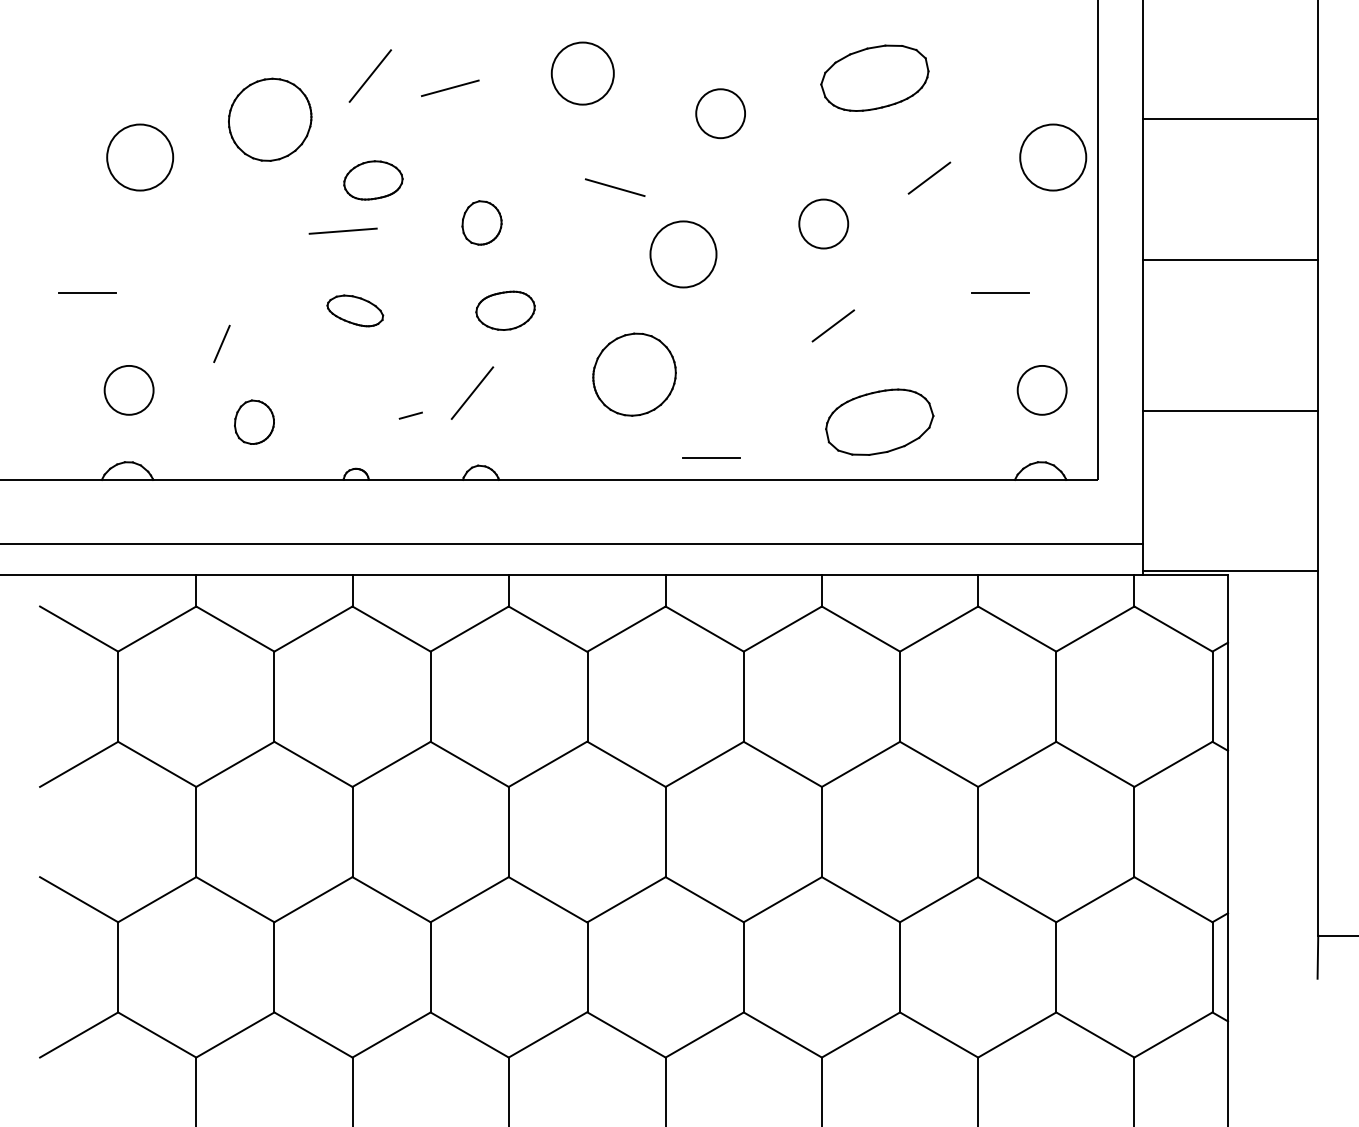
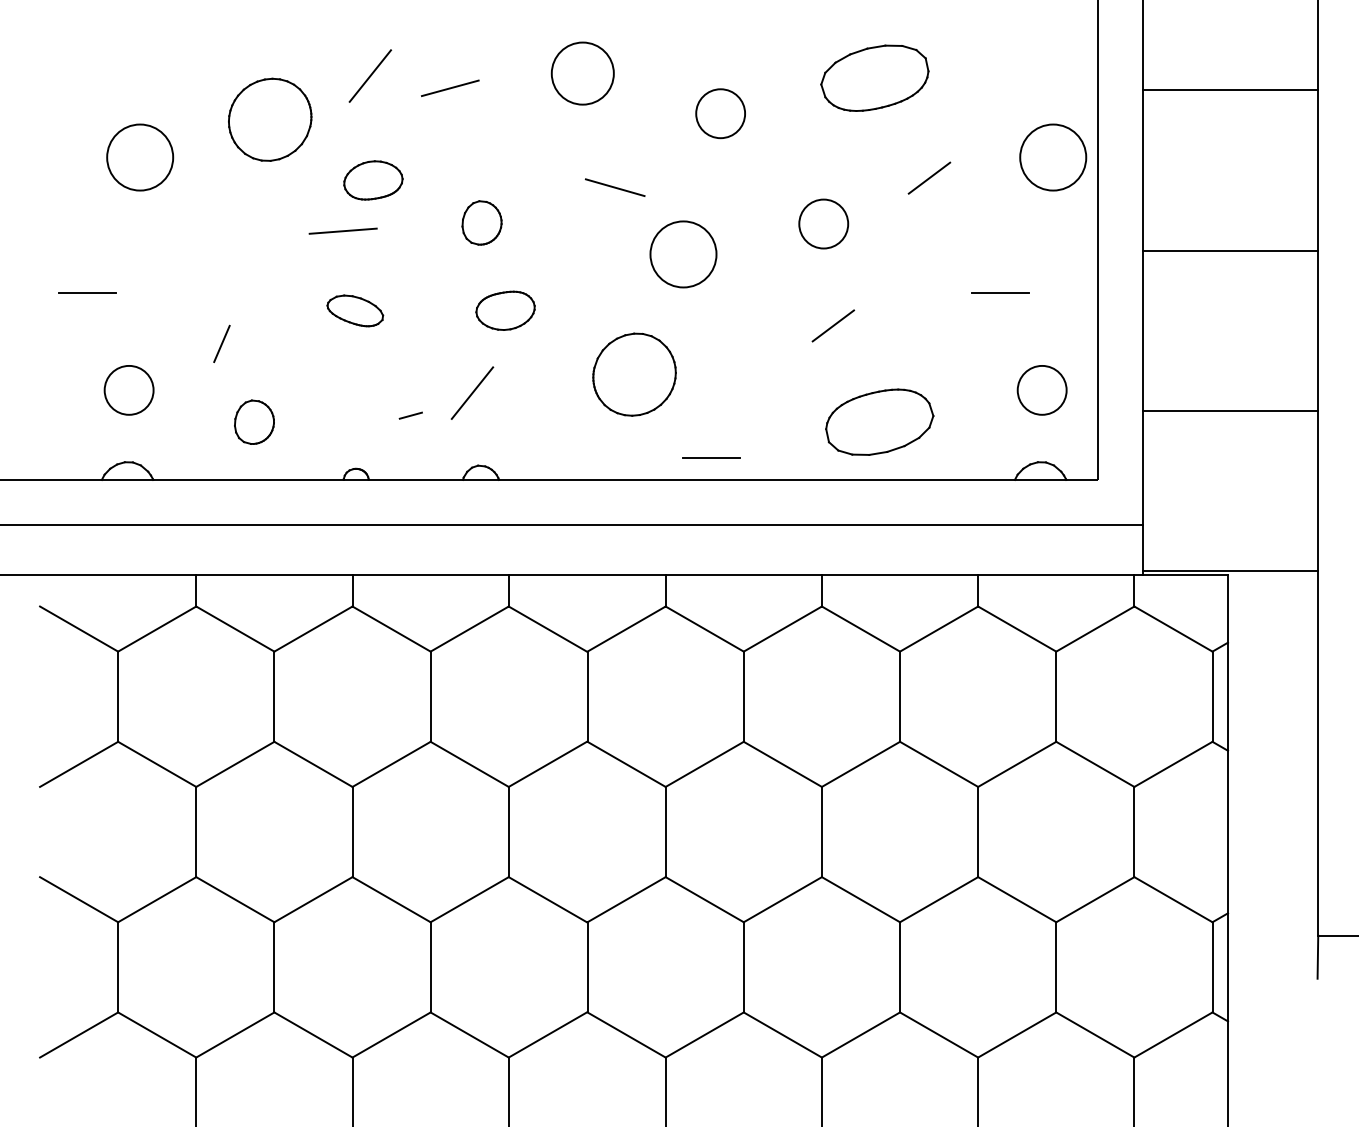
line at (1230, 119) position: (1230, 119) -> (1230, 90)
line at (1230, 259) position: (1230, 259) -> (1230, 250)
line at (572, 544) position: (572, 544) -> (572, 525)
